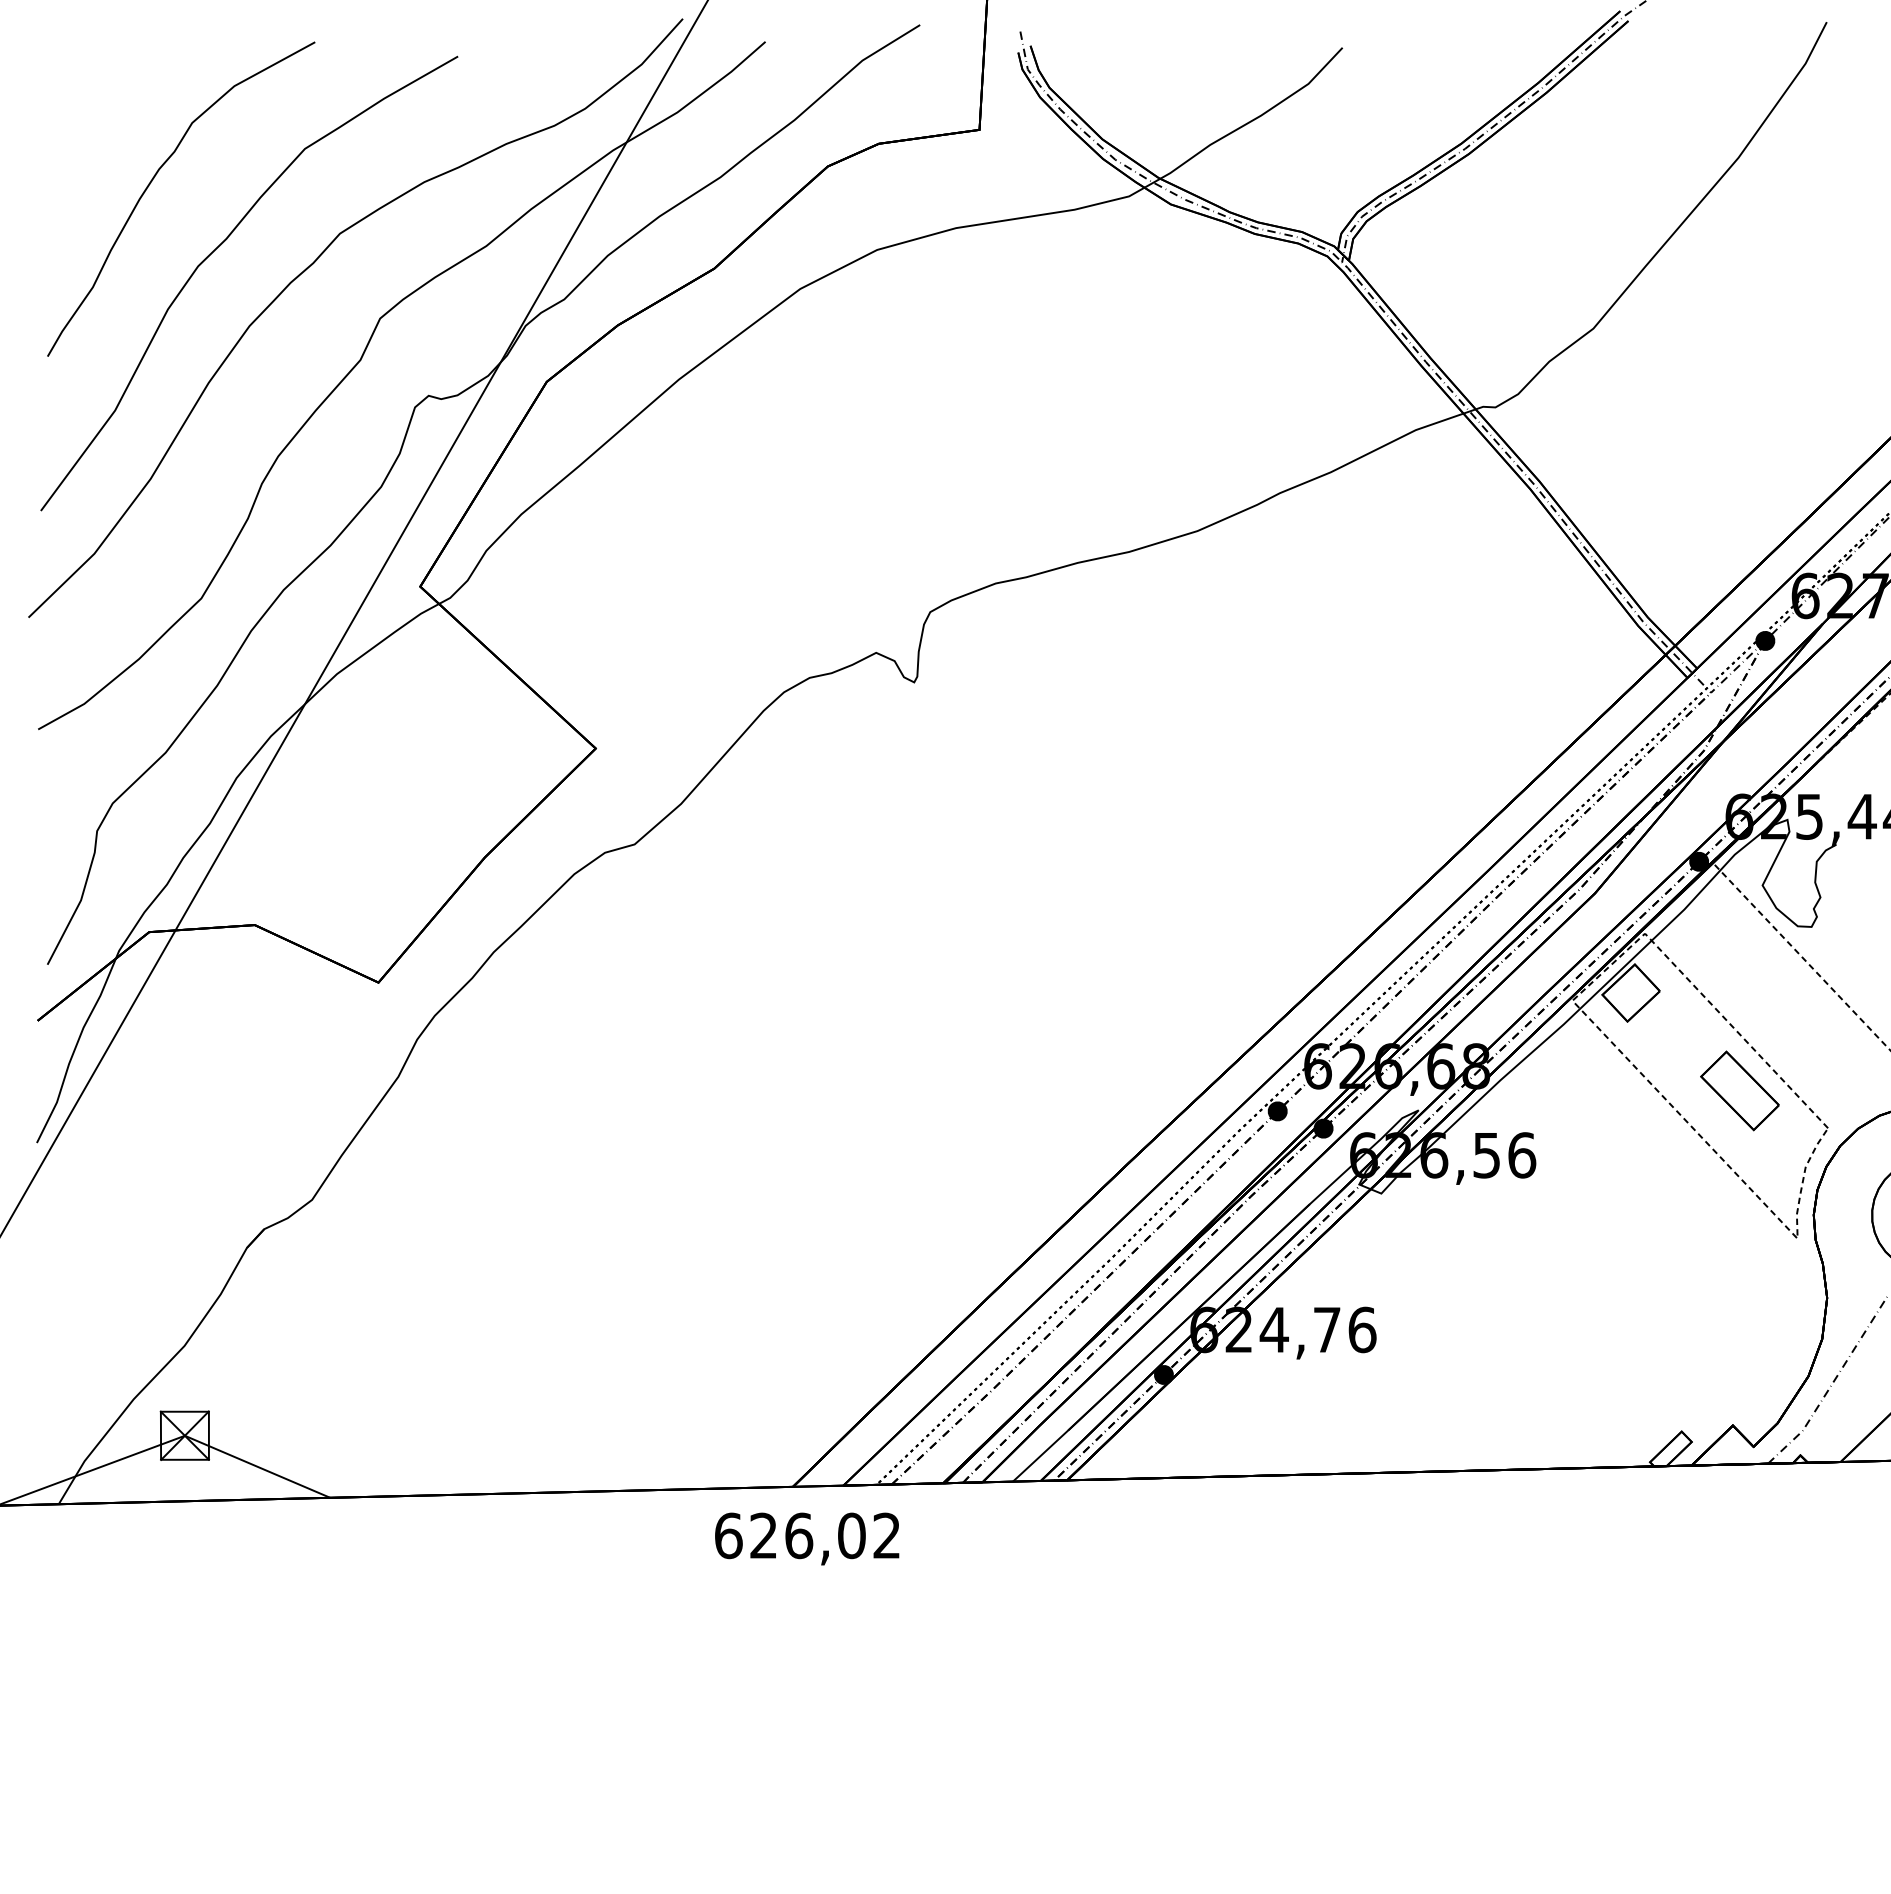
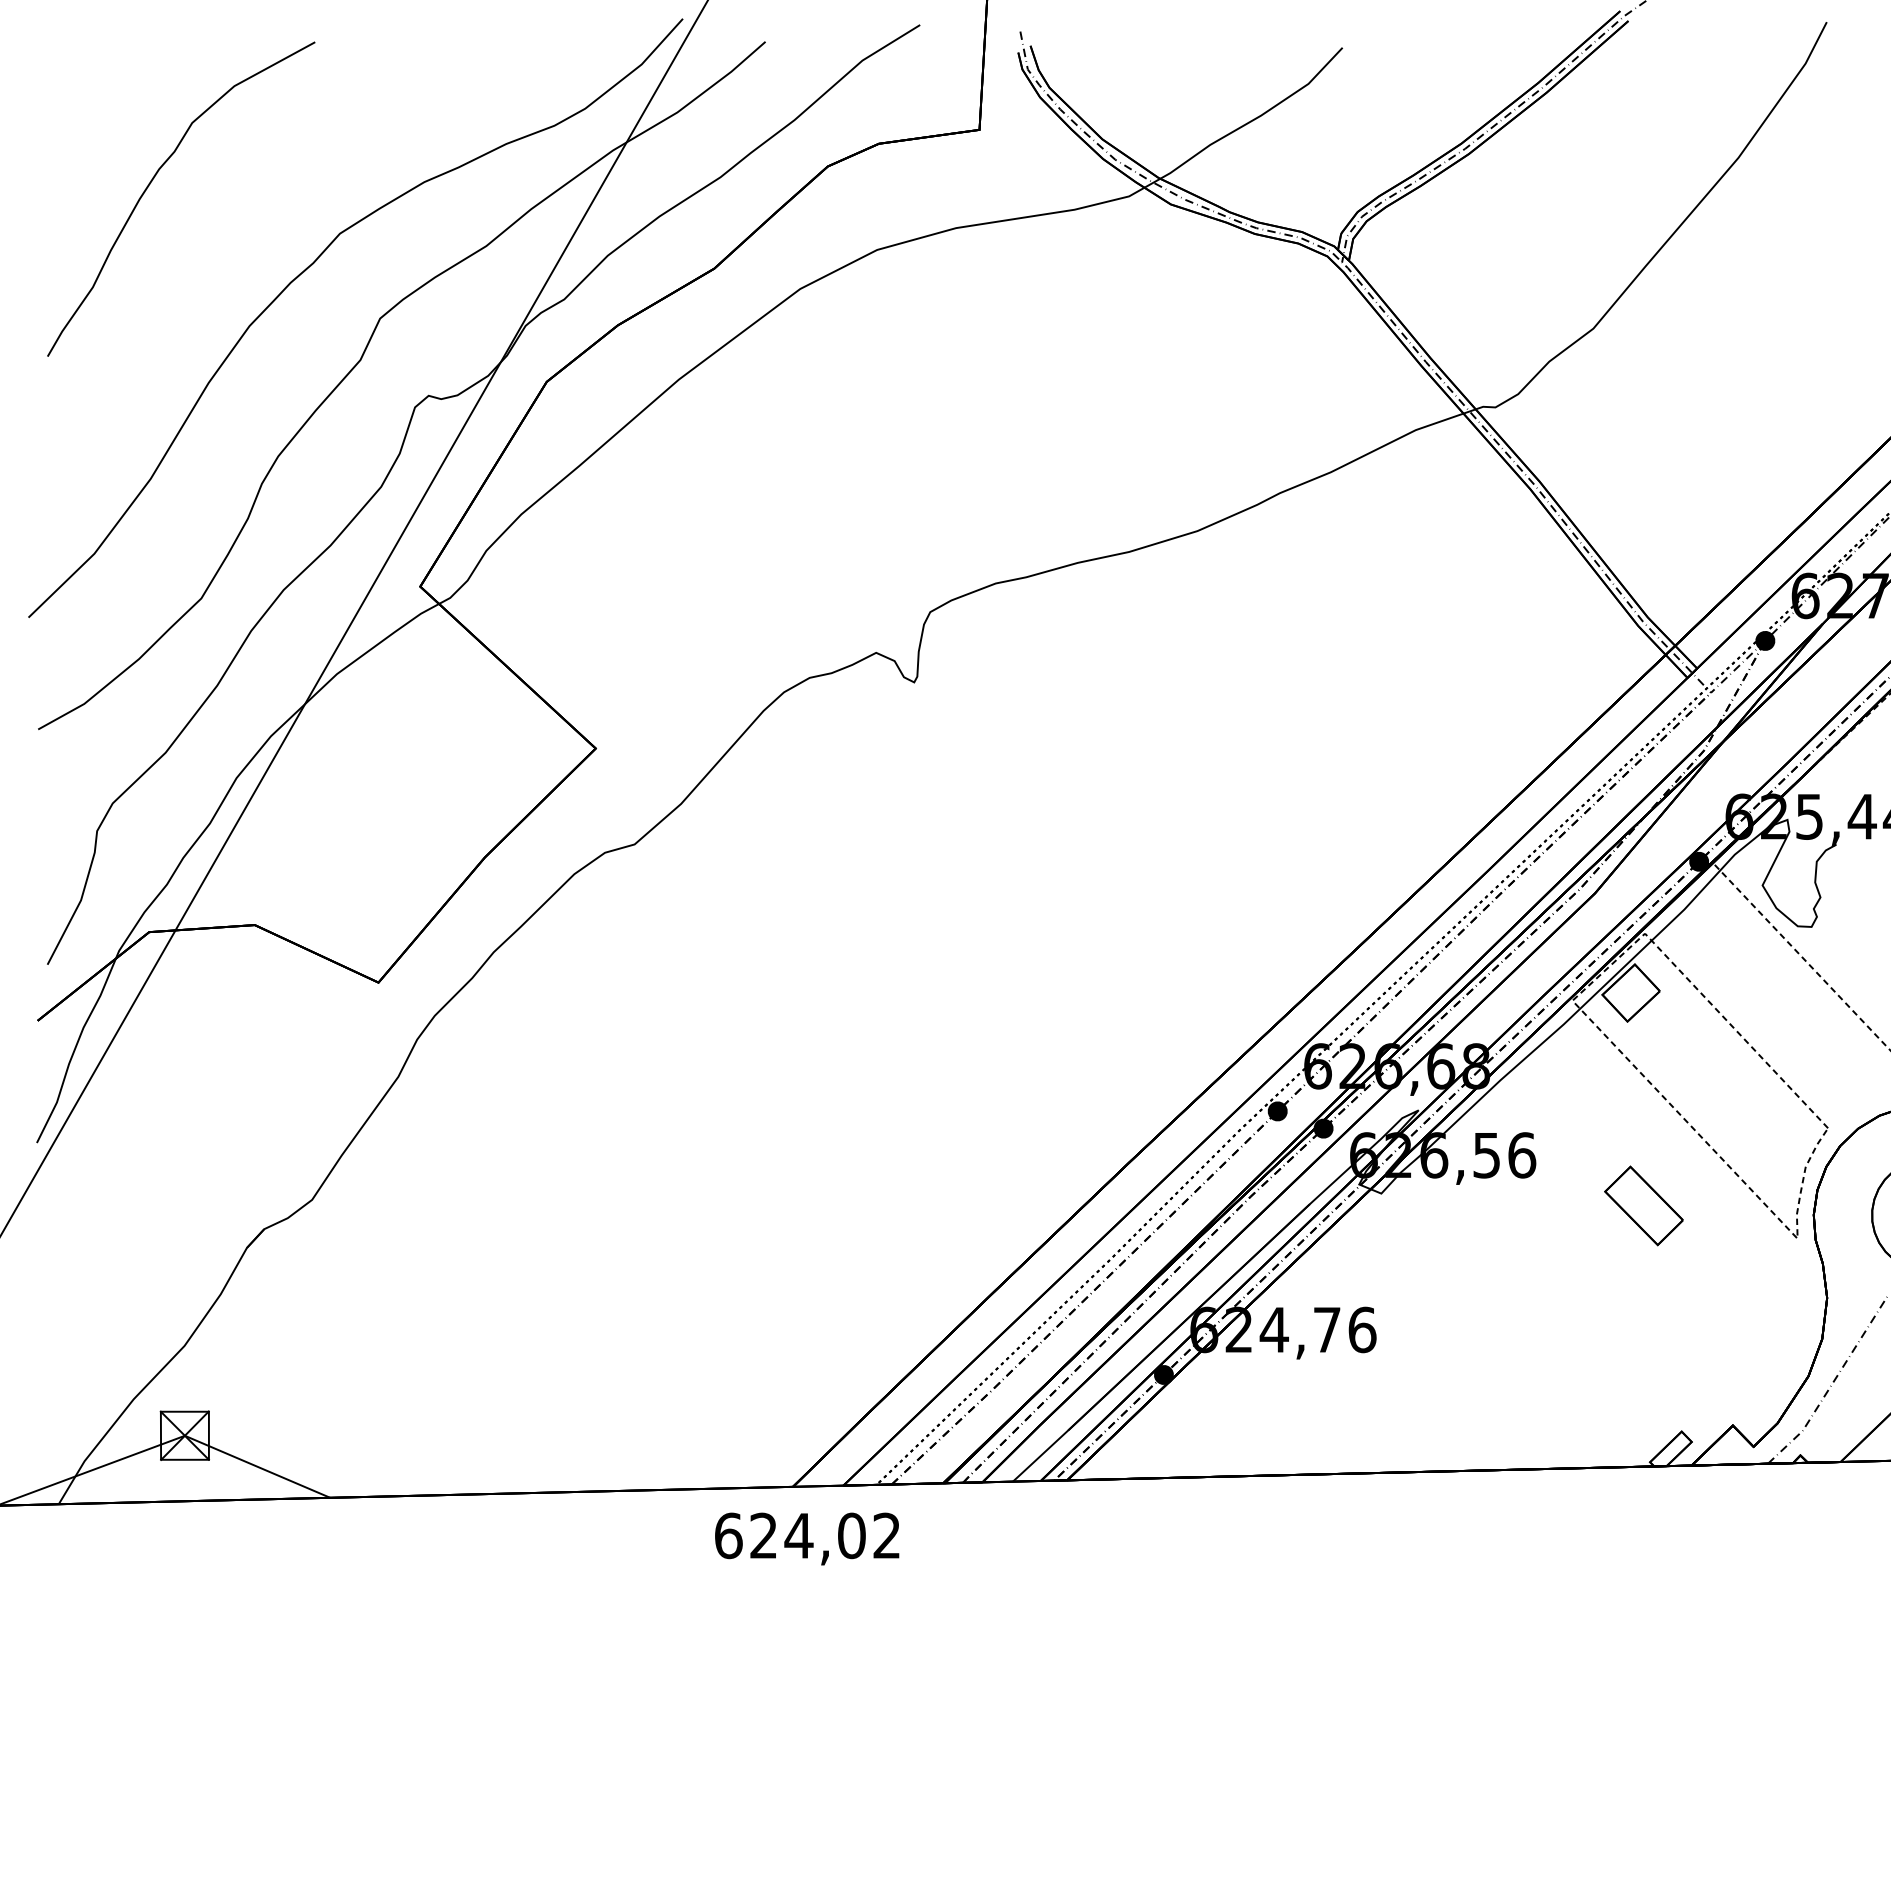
curve at (221, 245): present -> none
part at (1739, 1090) position: (1739, 1090) -> (1643, 1205)
text at (798, 1535): 626,02 -> 624,02
